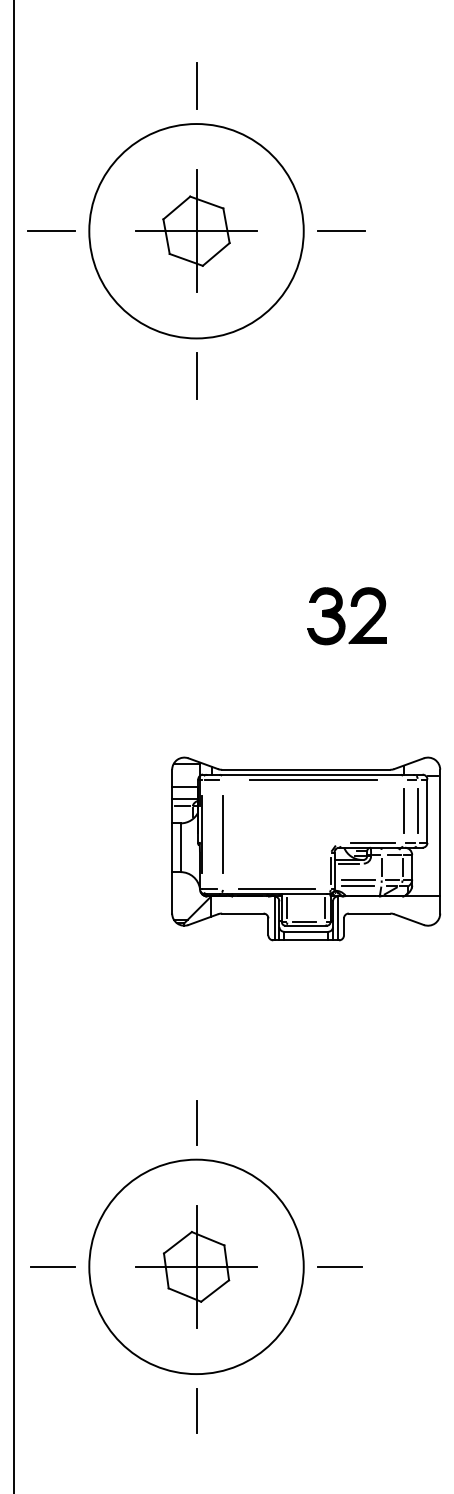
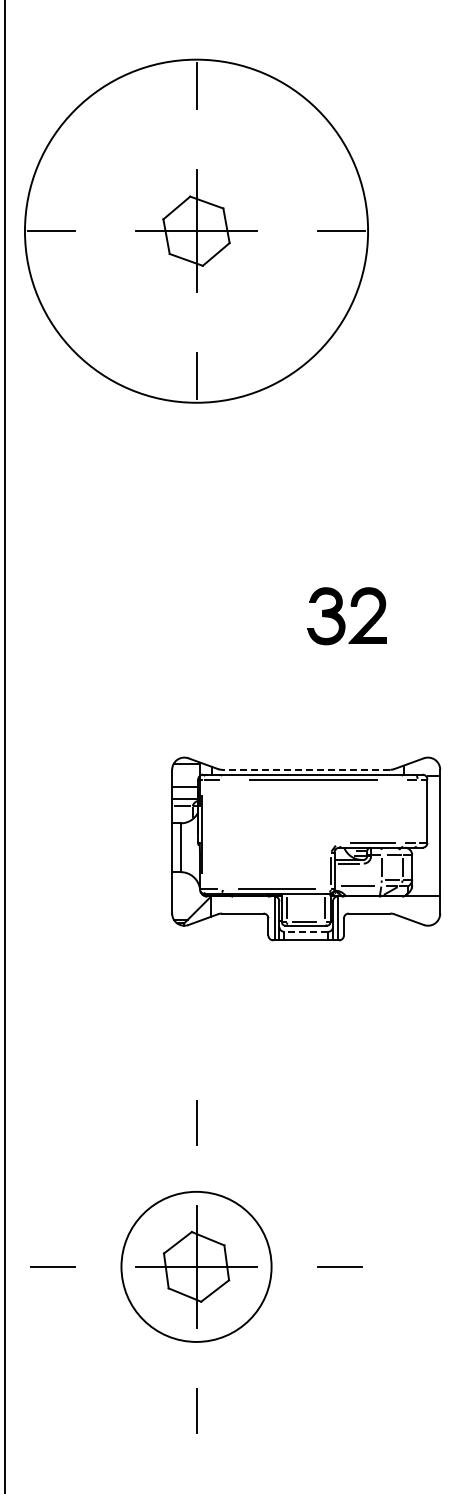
circle at (196, 231) diameter: 214 px -> 343 px
line at (13, 746) position: (13, 746) -> (4, 746)
line at (305, 769): solid -> dashed
line at (403, 811): present -> none
line at (417, 811): present -> none
line at (222, 833): present -> none
line at (357, 879): present -> none
line at (306, 931): solid -> dashed
circle at (196, 1266) diameter: 214 px -> 150 px
